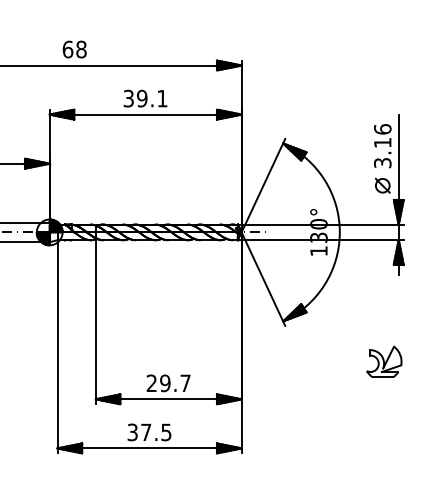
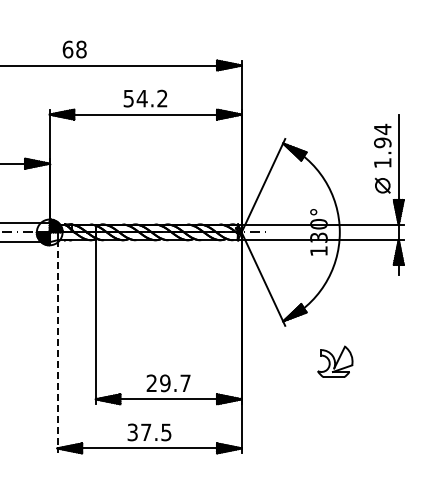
text at (145, 98): 39.1 -> 54.2
text at (382, 145): 3.16 -> 1.94
line at (57, 346): solid -> dashed
part at (384, 361) position: (384, 361) -> (335, 361)
